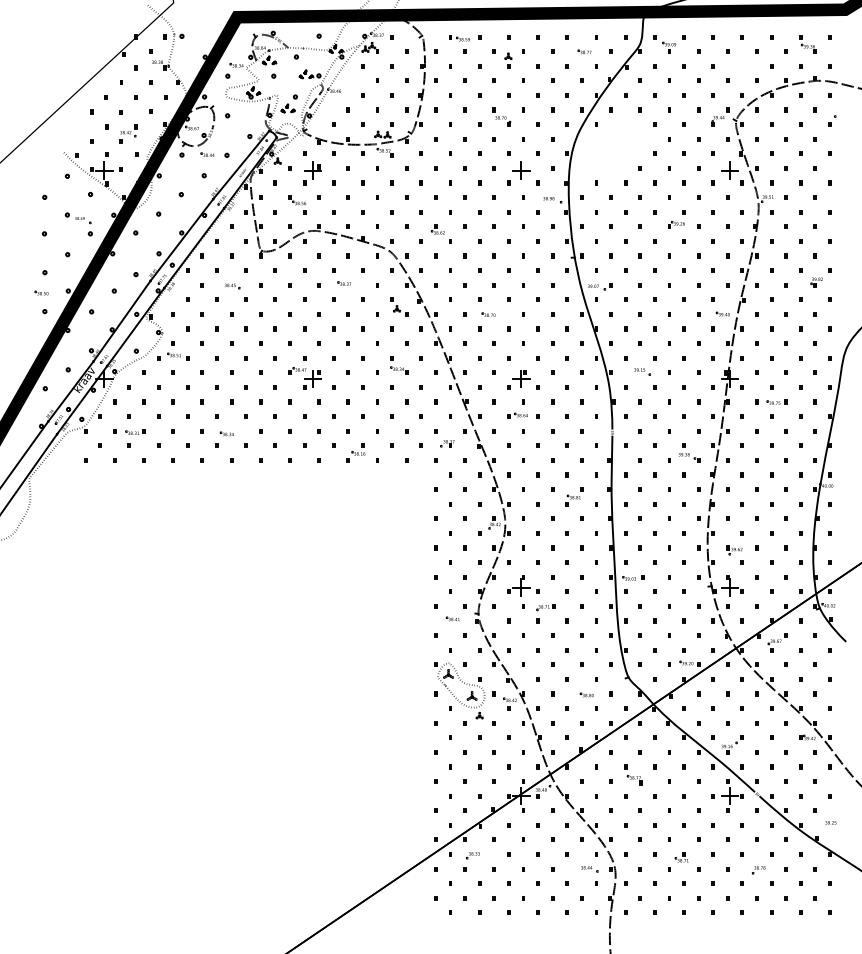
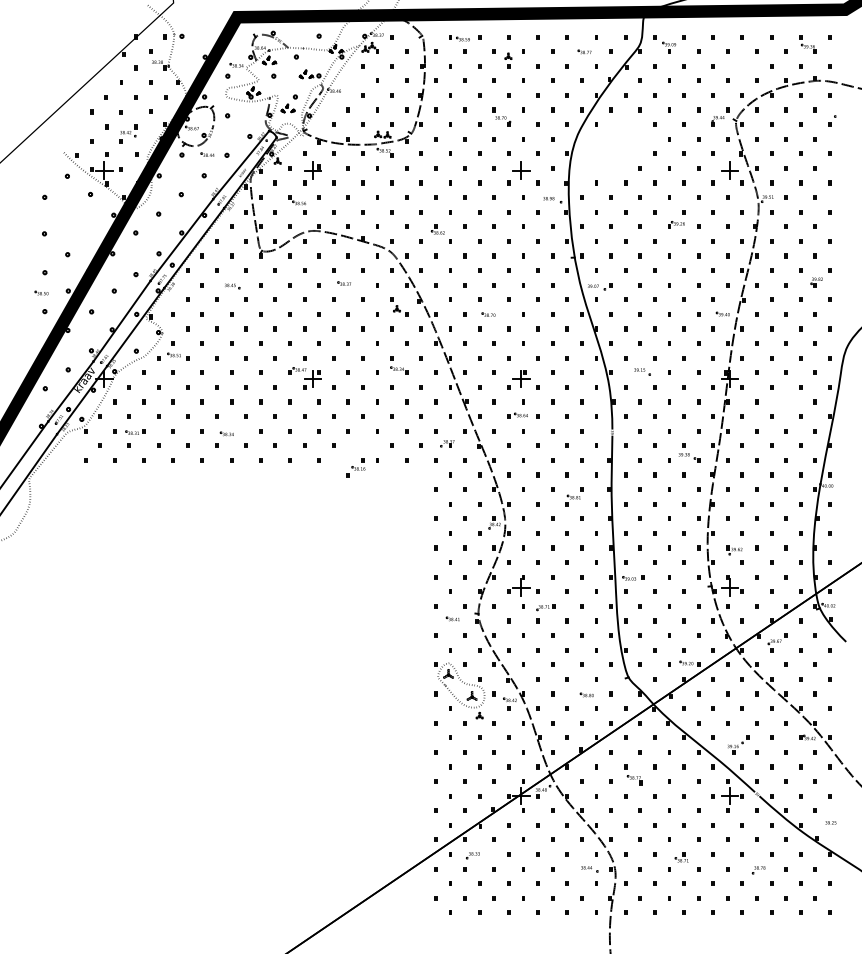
part at (78, 224): present -> none
part at (776, 401): present -> none
part at (355, 452) position: (355, 452) -> (355, 467)
part at (732, 744) position: (732, 744) -> (738, 744)
